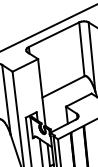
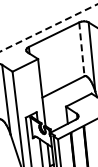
line at (48, 28): solid -> dashed
line at (81, 49): solid -> dashed
